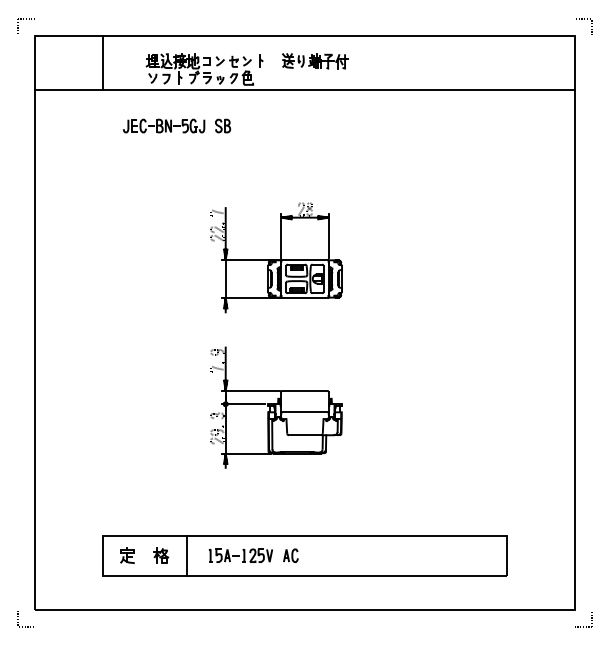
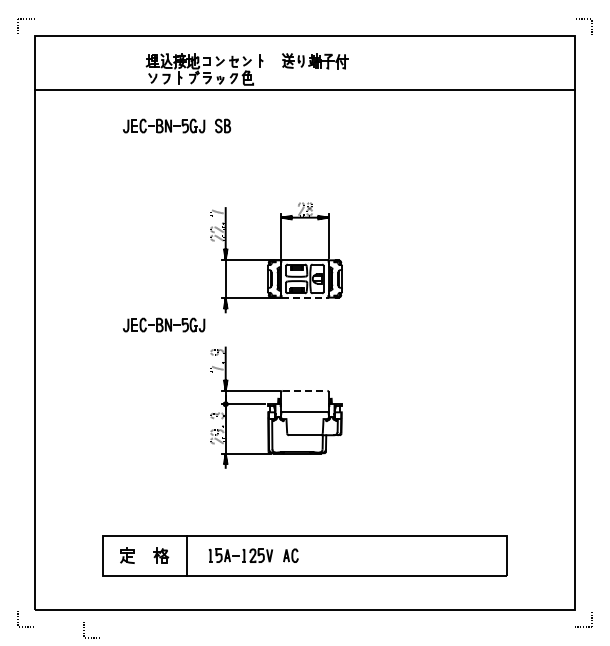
line at (102, 63): present -> none
line at (305, 298): solid -> dashed
part at (164, 324): none -> present
line at (305, 390): solid -> dashed
line at (84, 630): none -> present
